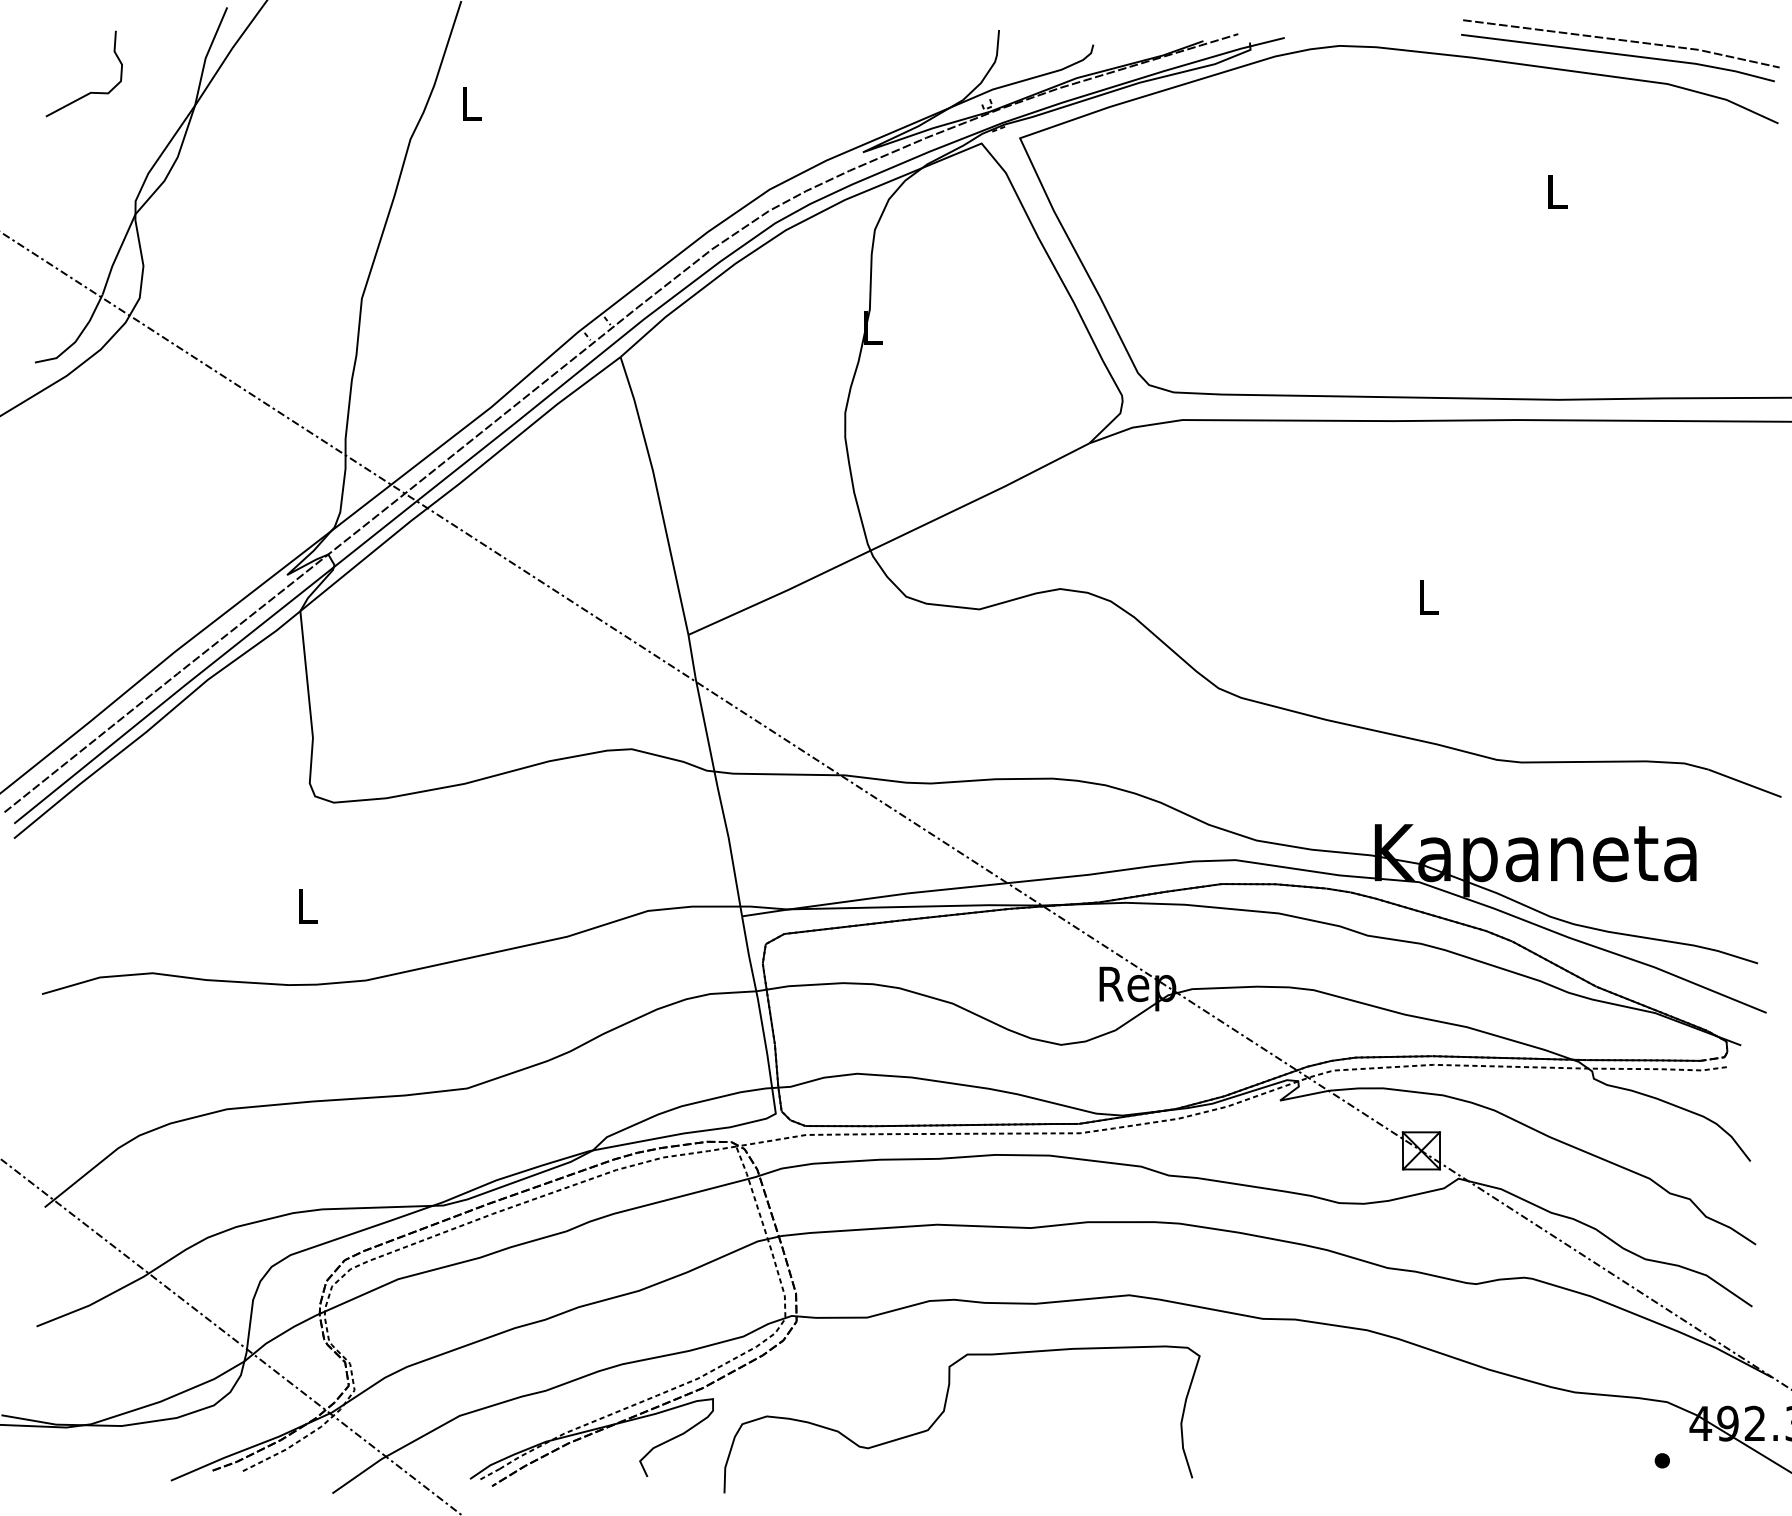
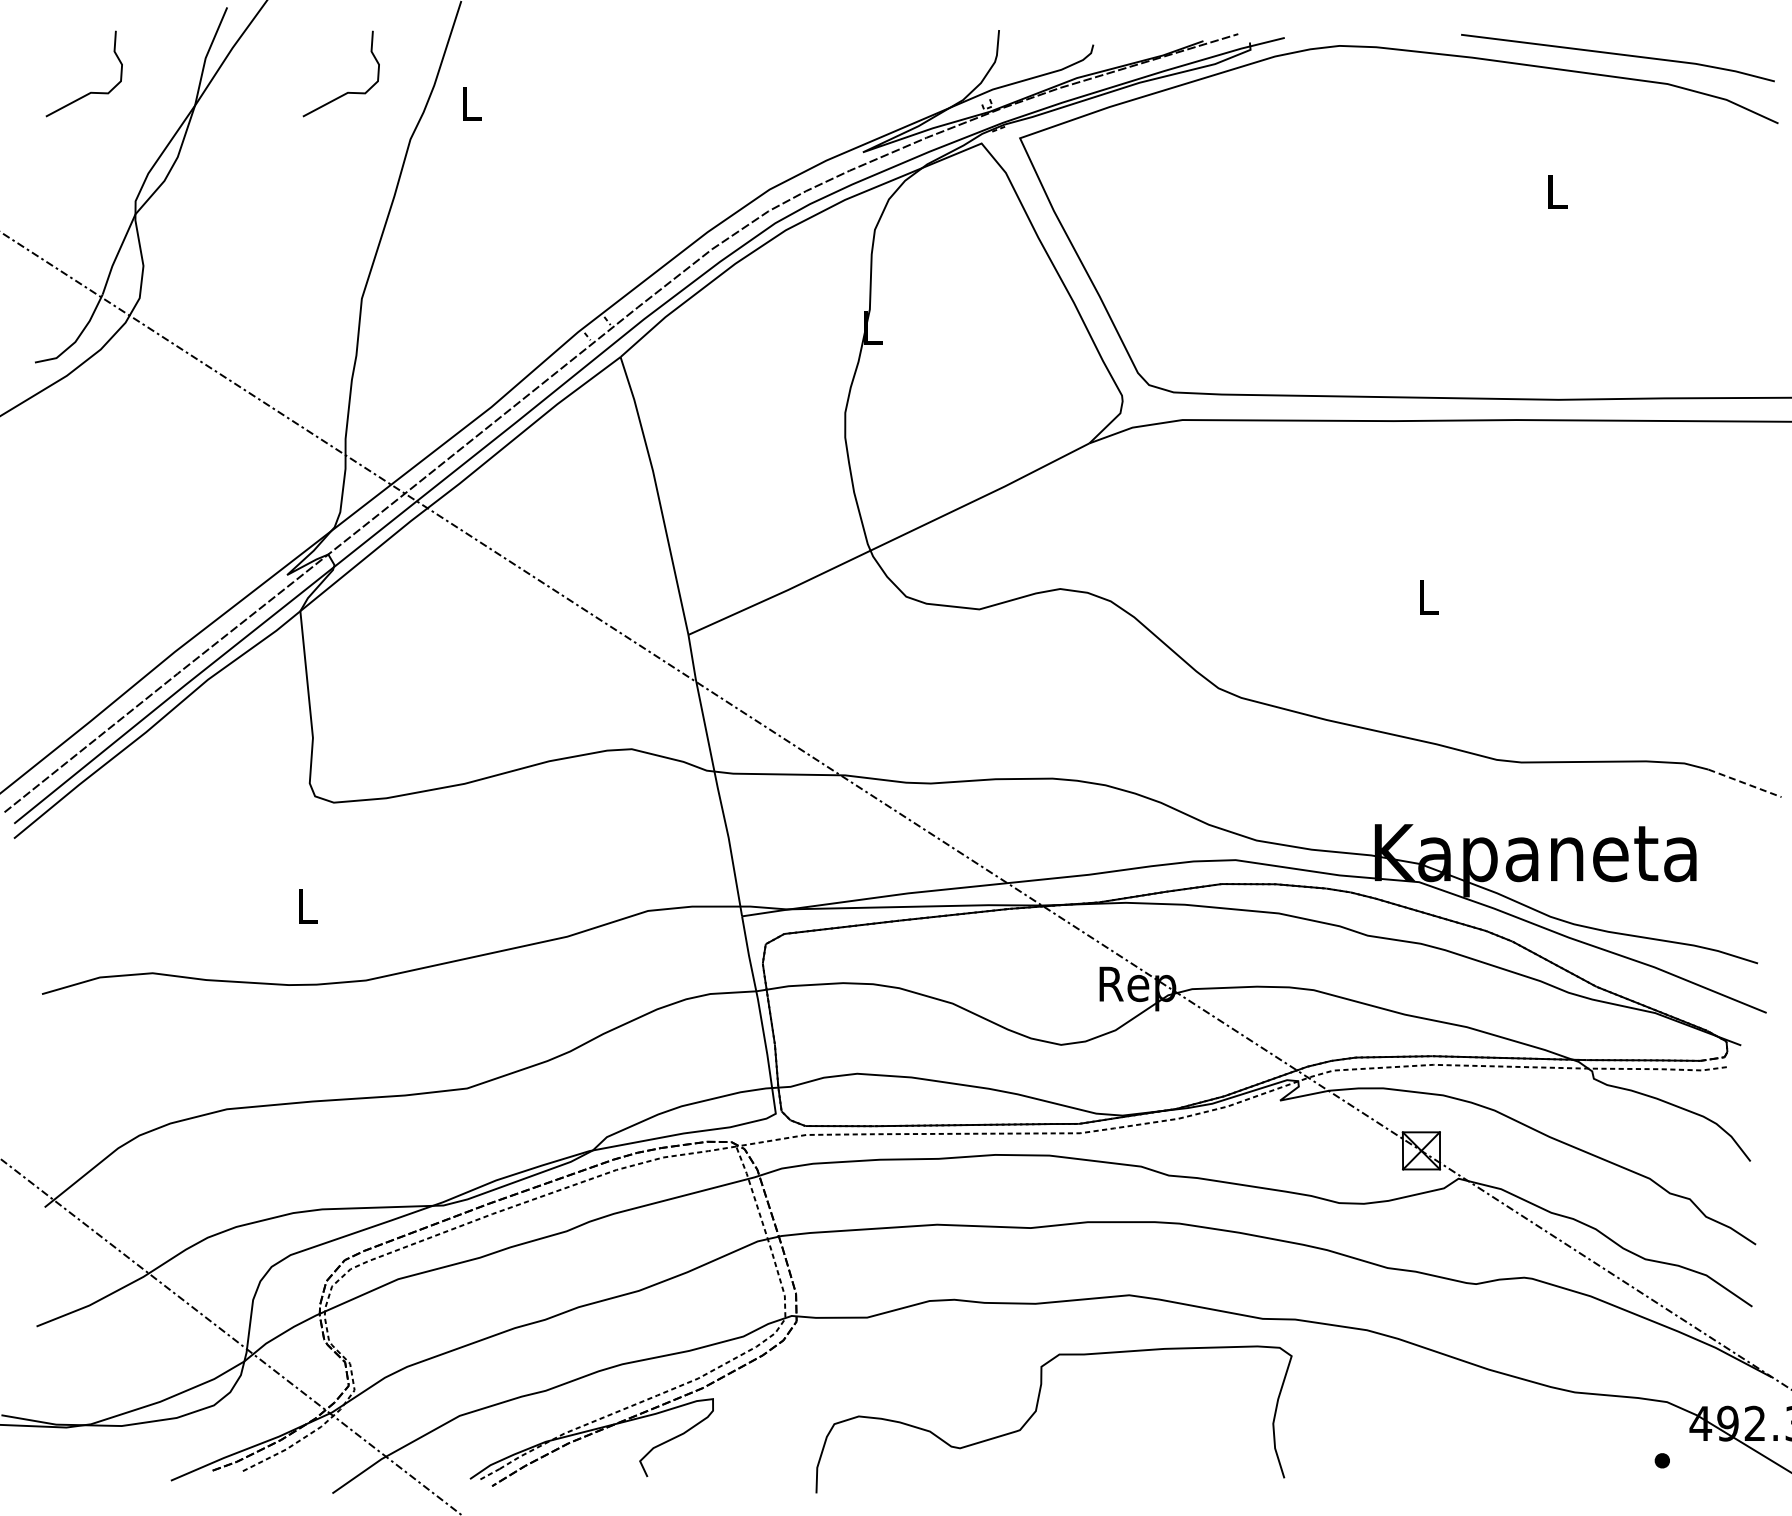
line at (1621, 41): present -> none
curve at (348, 91): none -> present
line at (1745, 783): solid -> dashed
curve at (944, 1411) position: (944, 1411) -> (1036, 1411)
